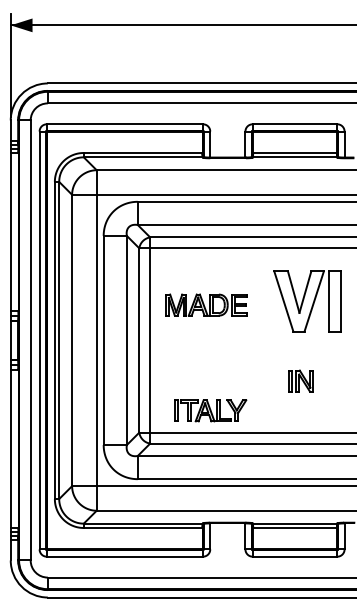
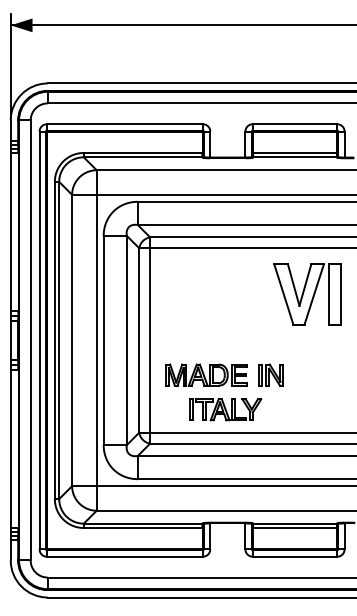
part at (307, 301) position: (307, 301) -> (307, 294)
part at (206, 304) position: (206, 304) -> (206, 374)
part at (300, 380) position: (300, 380) -> (270, 374)
part at (210, 410) position: (210, 410) -> (225, 409)
